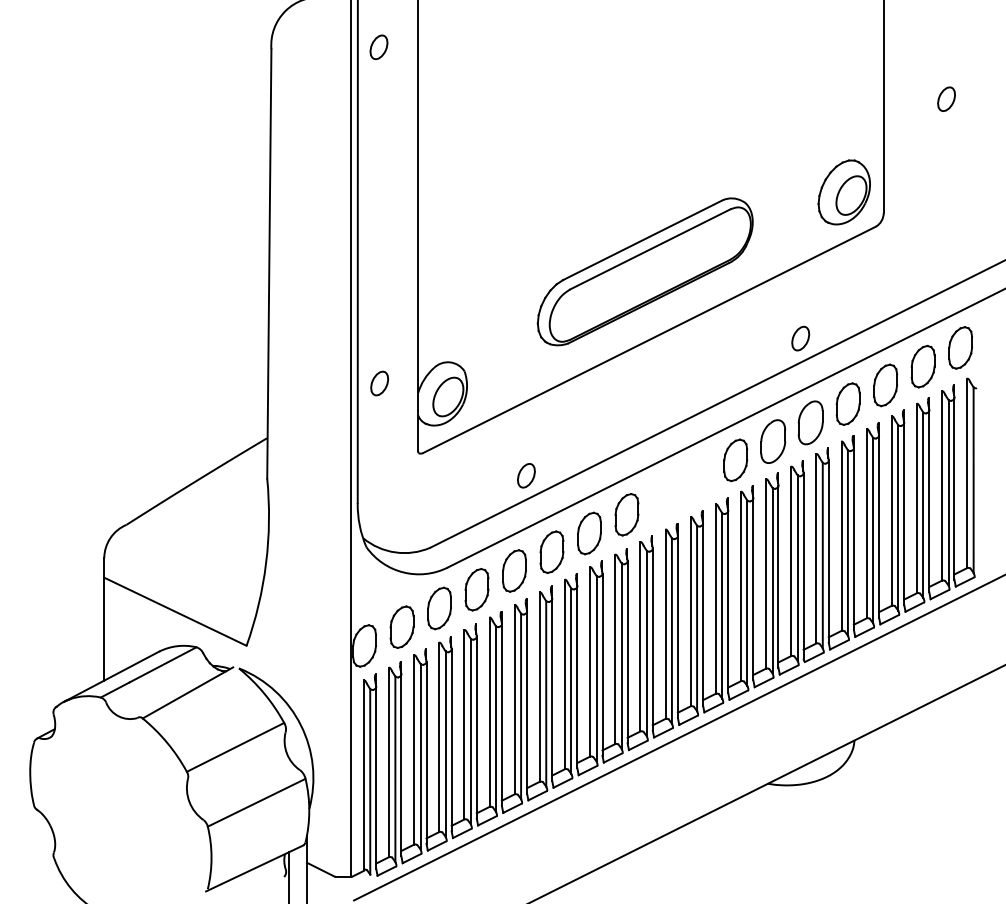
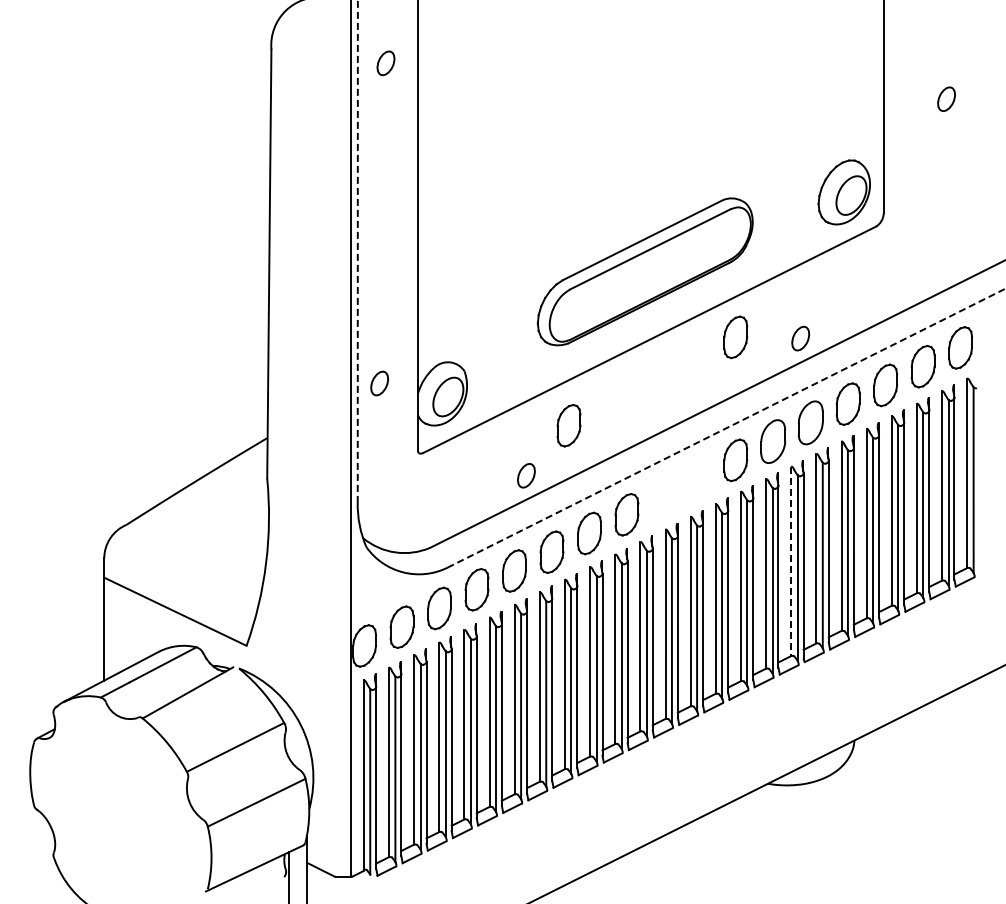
part at (378, 47) position: (378, 47) -> (385, 63)
line at (357, 251): solid -> dashed
part at (735, 337): none -> present
part at (568, 425): none -> present
line at (726, 428): solid -> dashed
line at (791, 561): solid -> dashed
line at (678, 738): present -> none
